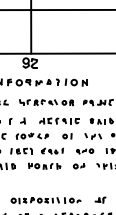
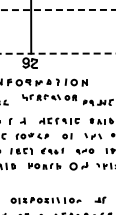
line at (58, 10): solid -> dashed
line at (57, 53): solid -> dashed
part at (46, 102) position: (46, 102) -> (49, 97)
part at (79, 166) size: 13x7 px -> 20x9 px
